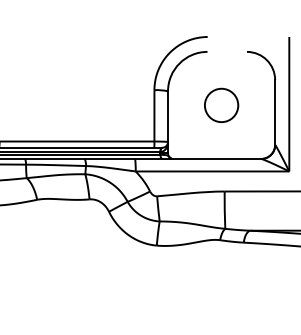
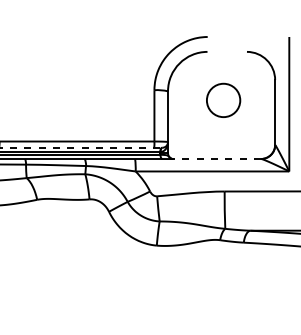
circle at (221, 104) position: (221, 104) -> (223, 99)
line at (81, 147): solid -> dashed
line at (217, 159): solid -> dashed
